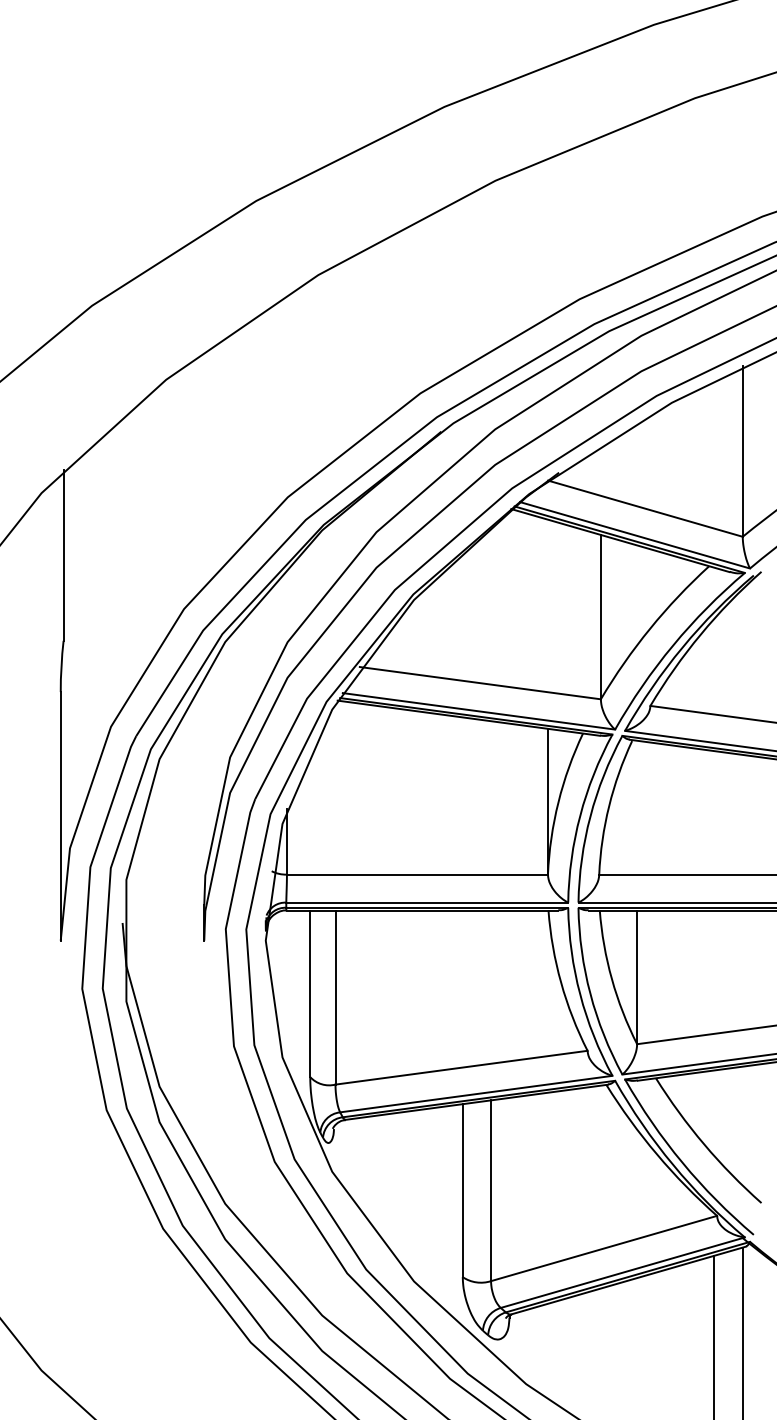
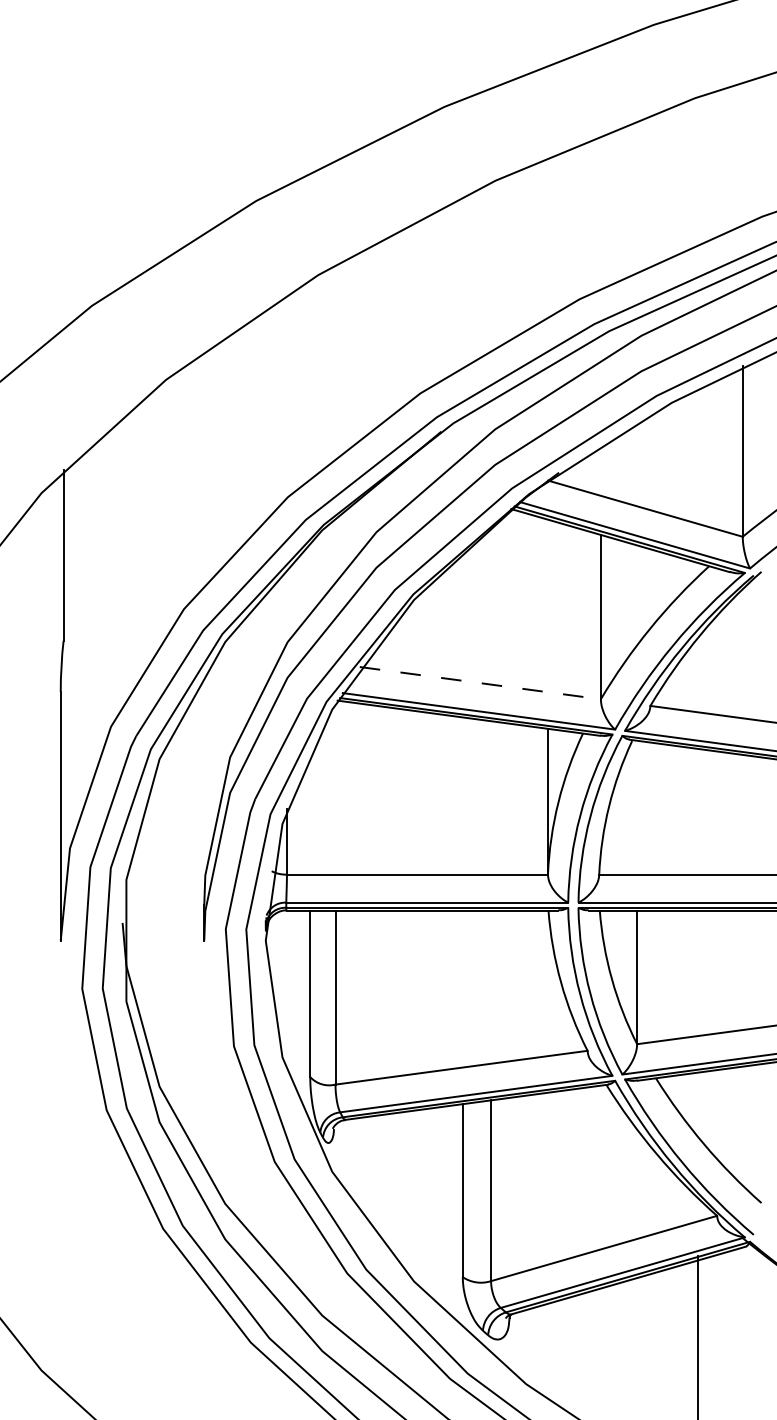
line at (480, 683): solid -> dashed
line at (743, 1331): present -> none
line at (713, 1335) position: (713, 1335) -> (697, 1335)
